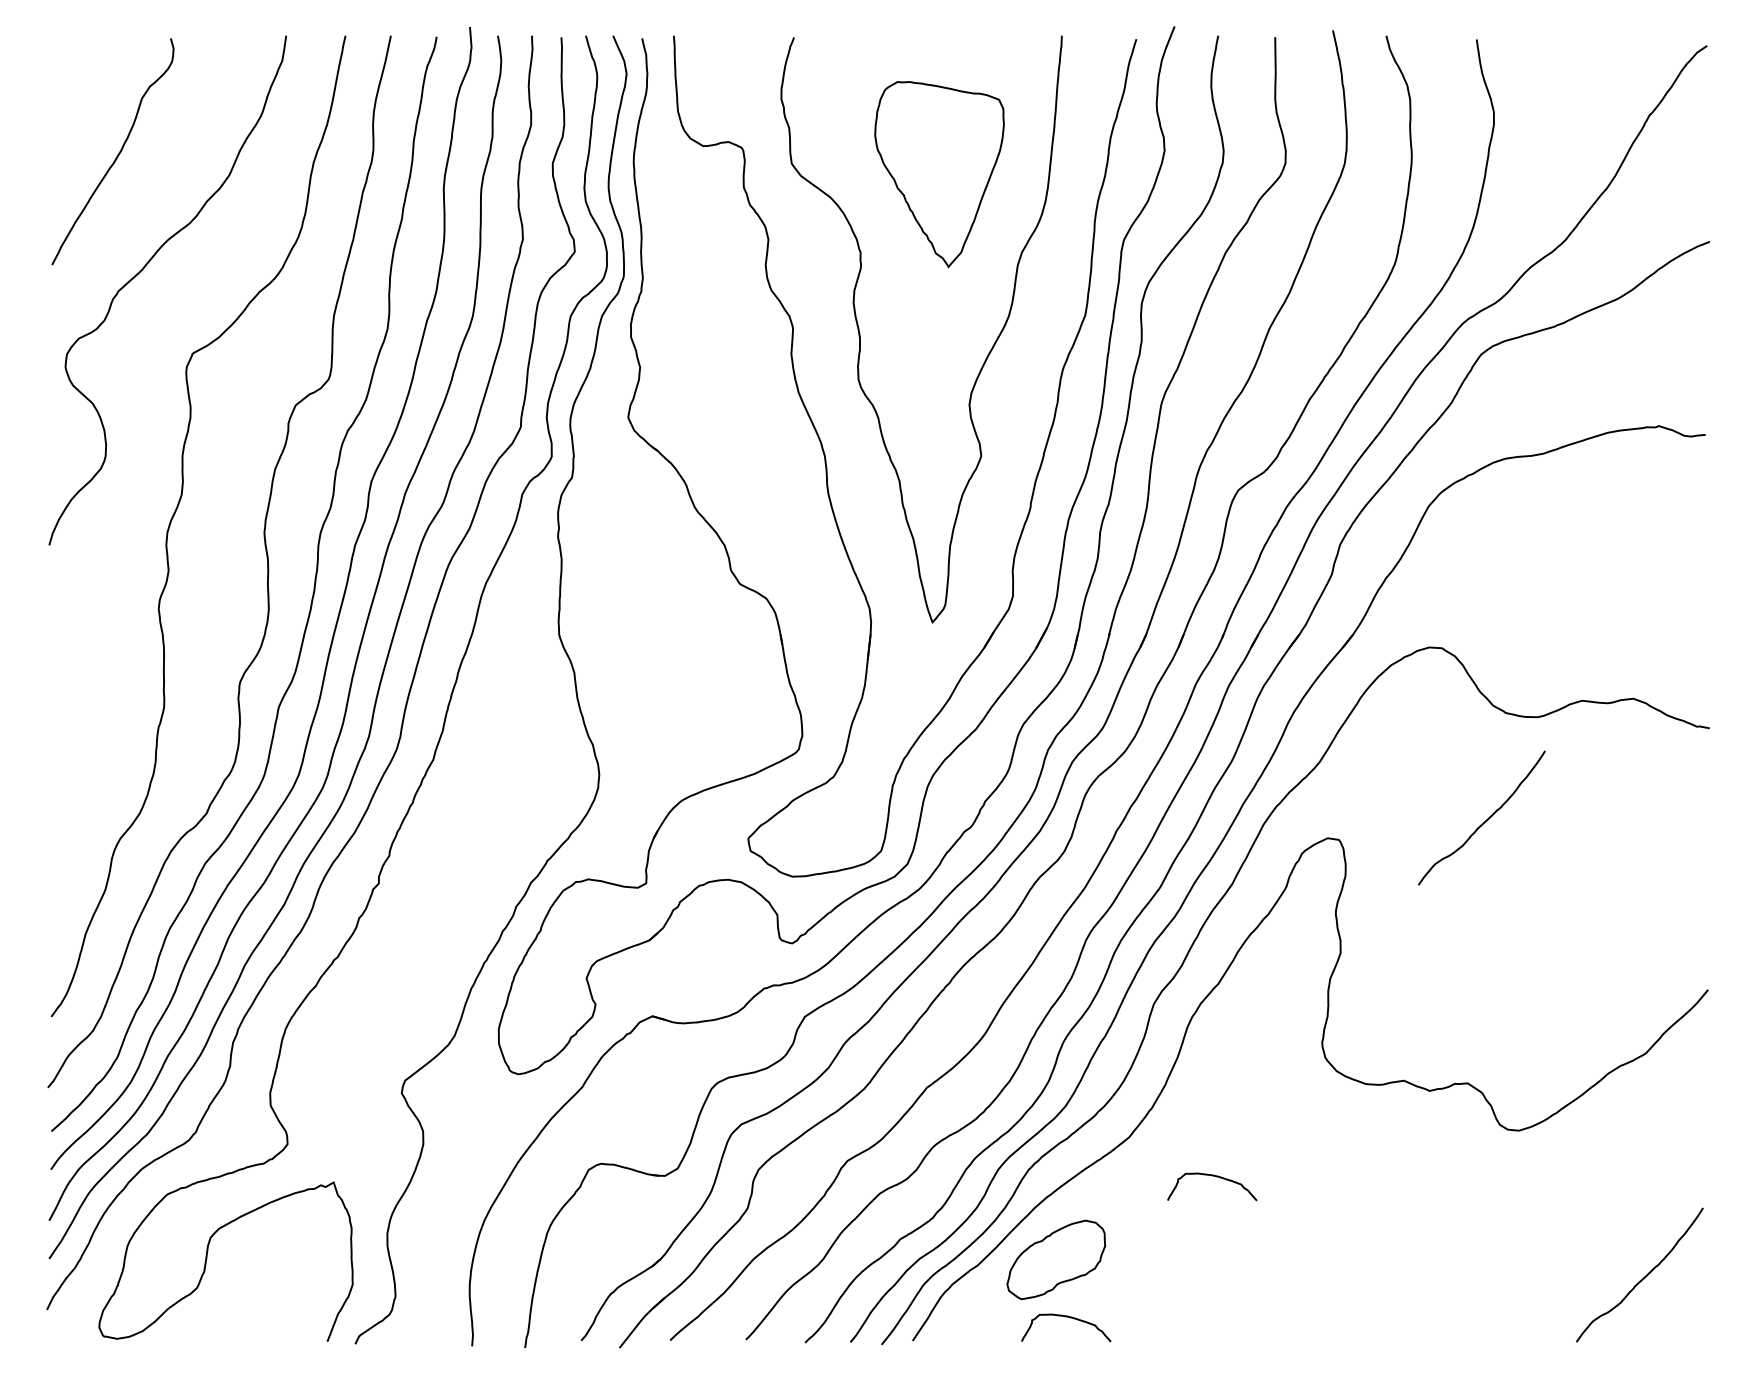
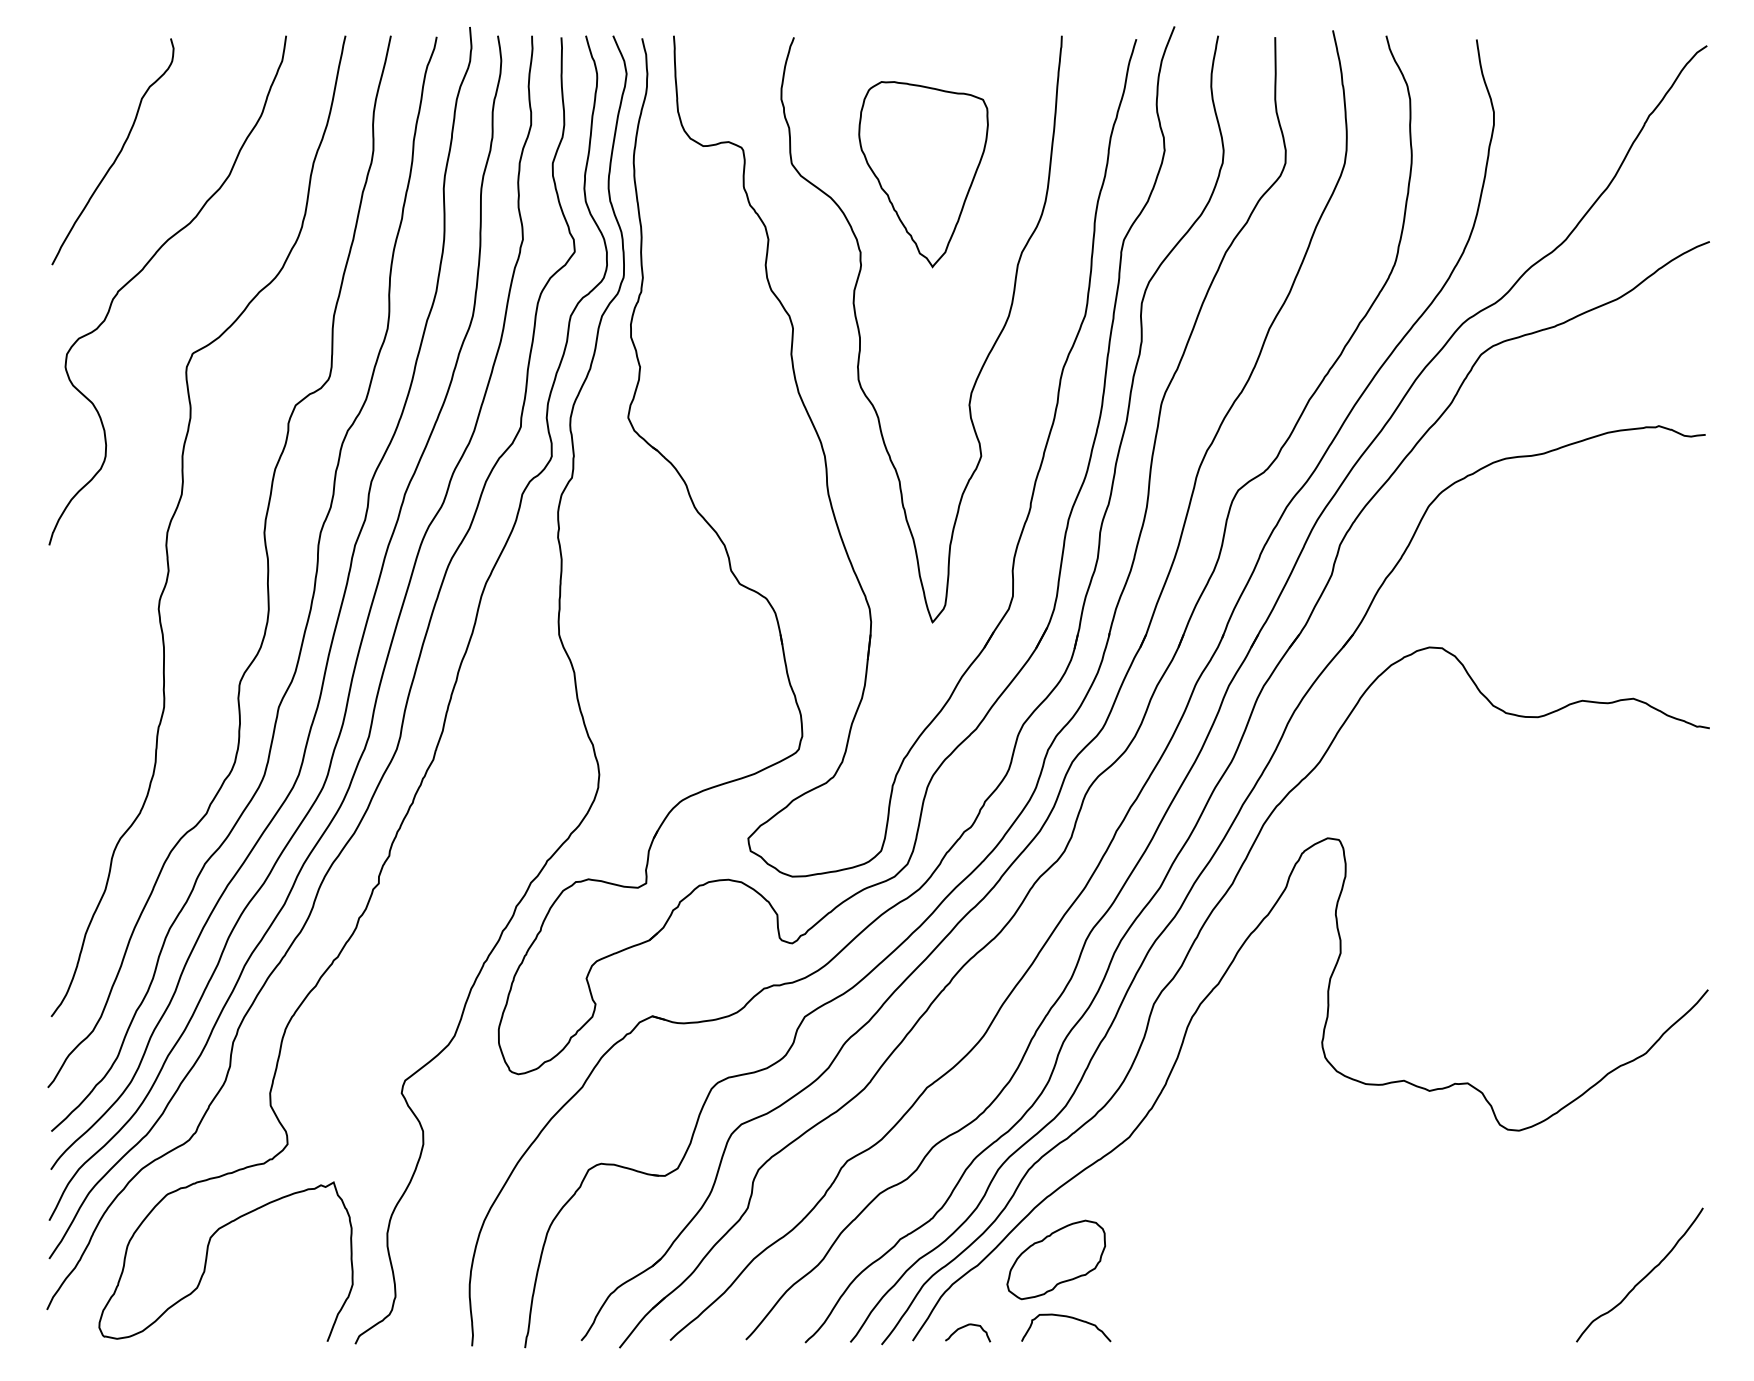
part at (939, 174) position: (939, 174) -> (923, 174)
curve at (1485, 820): present -> none
curve at (1216, 1177): present -> none
curve at (967, 1326): none -> present
